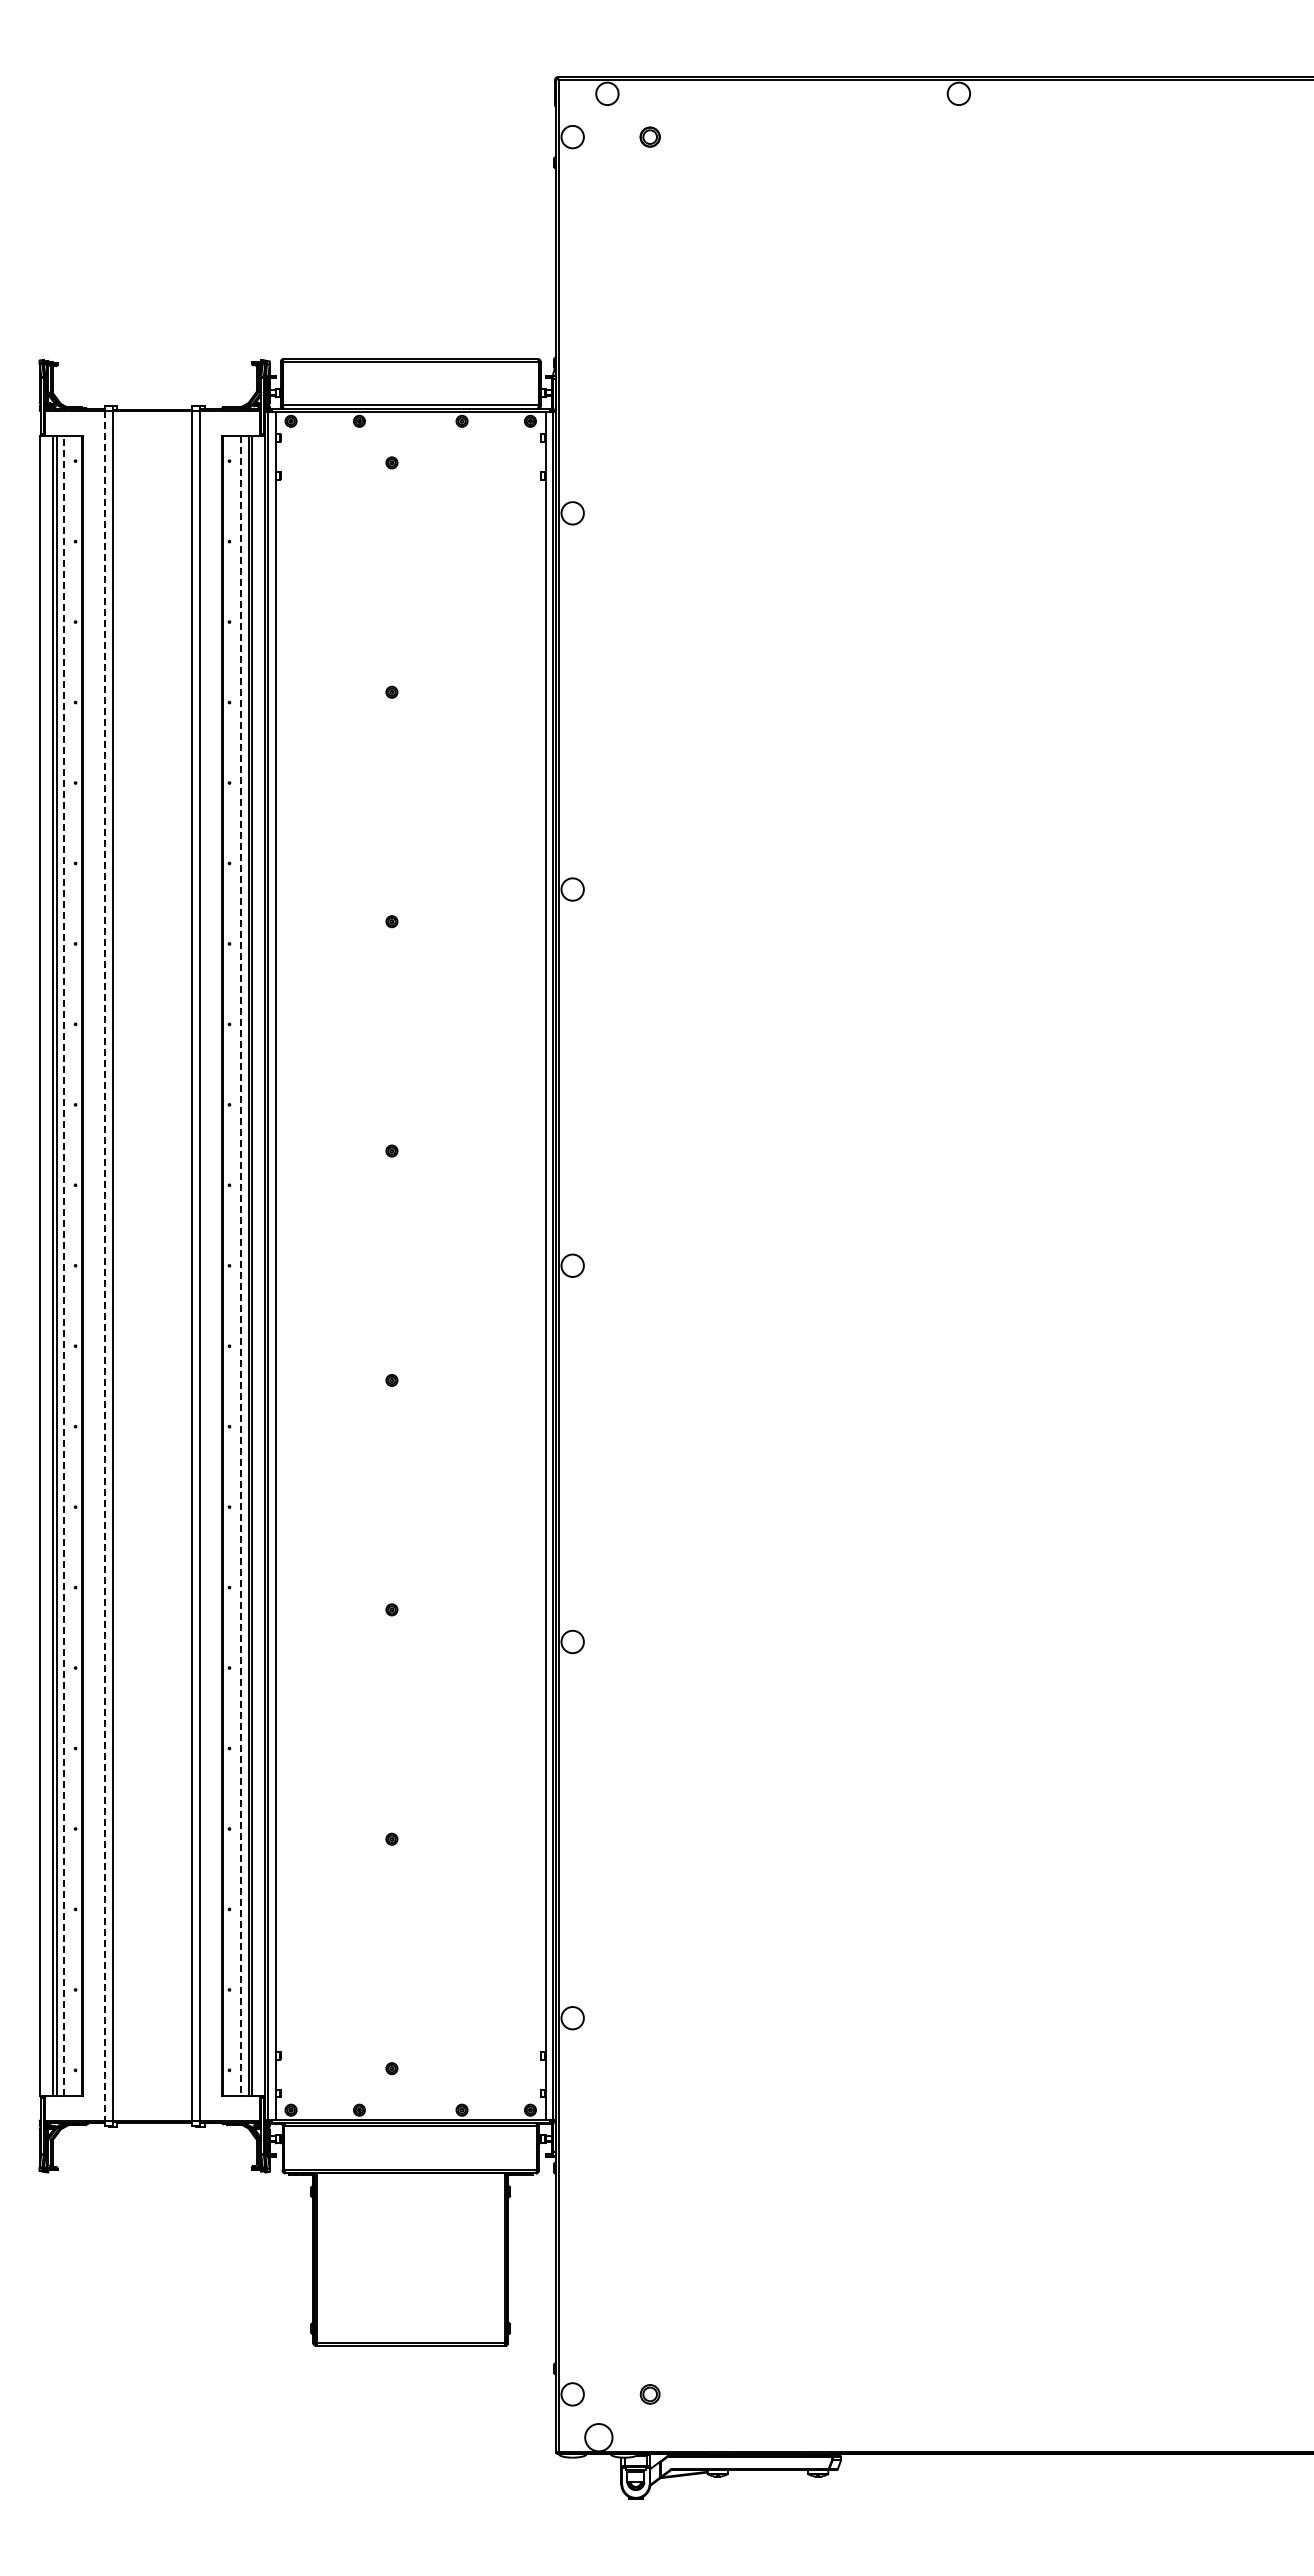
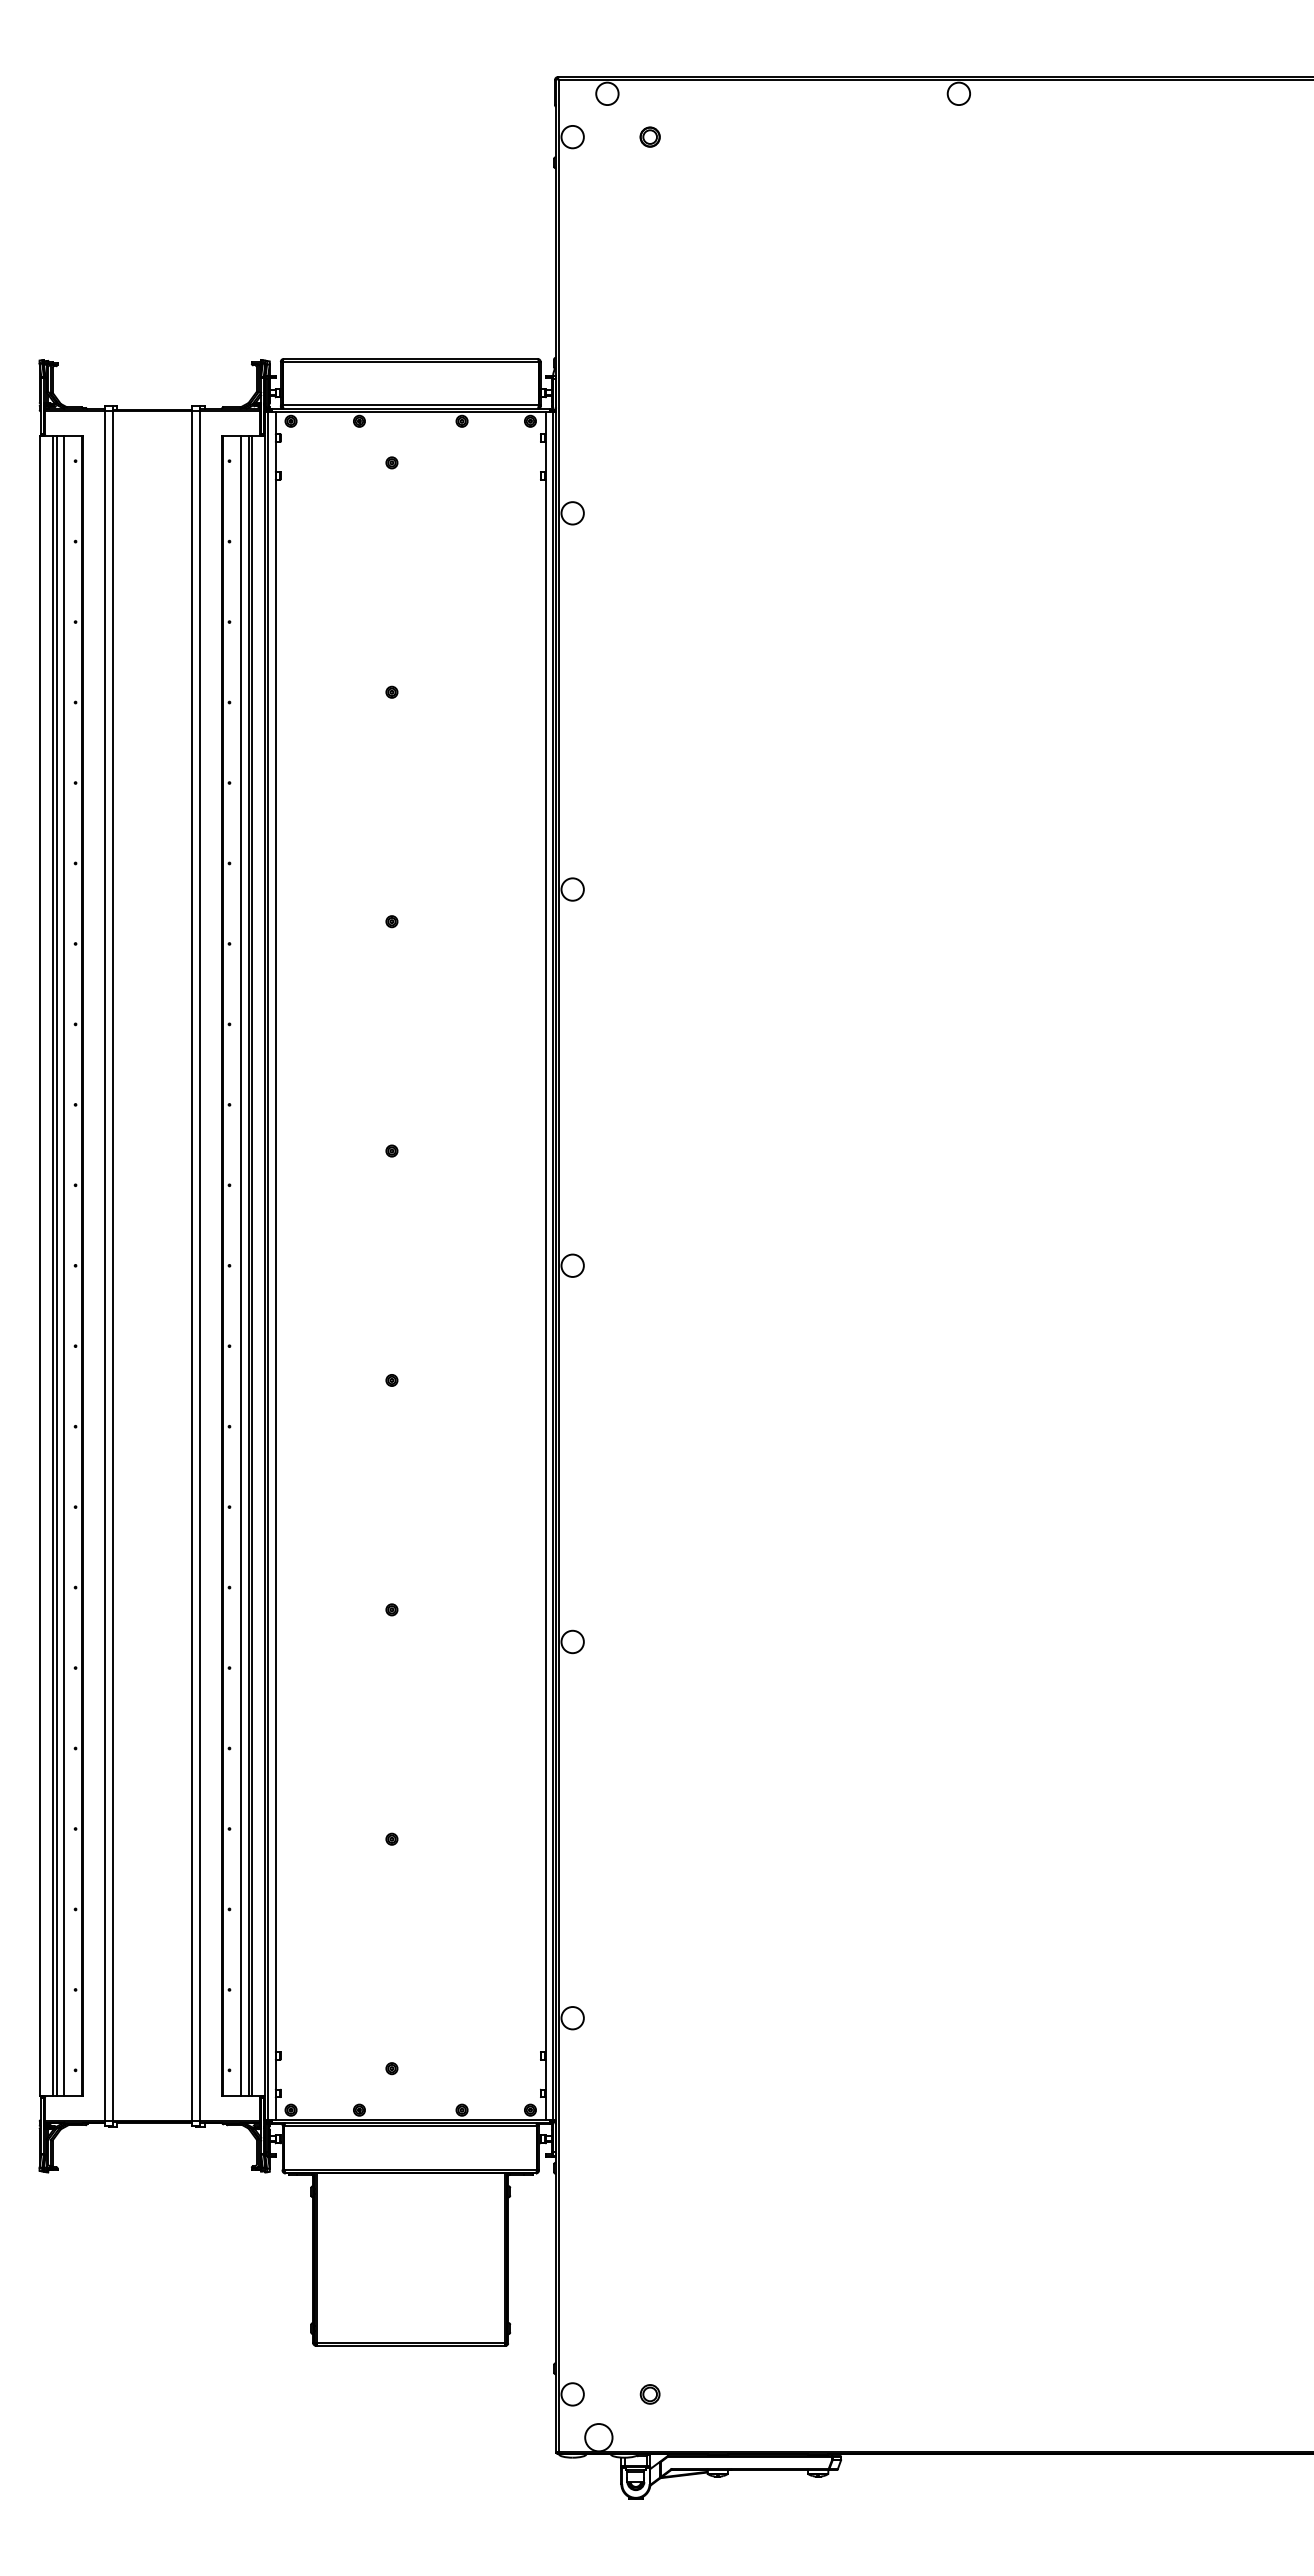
line at (64, 1265): dashed -> solid
line at (104, 1266): dashed -> solid
line at (240, 1266): dashed -> solid
